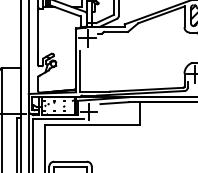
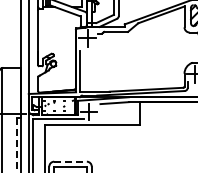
line at (16, 145): solid -> dashed
line at (71, 161): solid -> dashed
